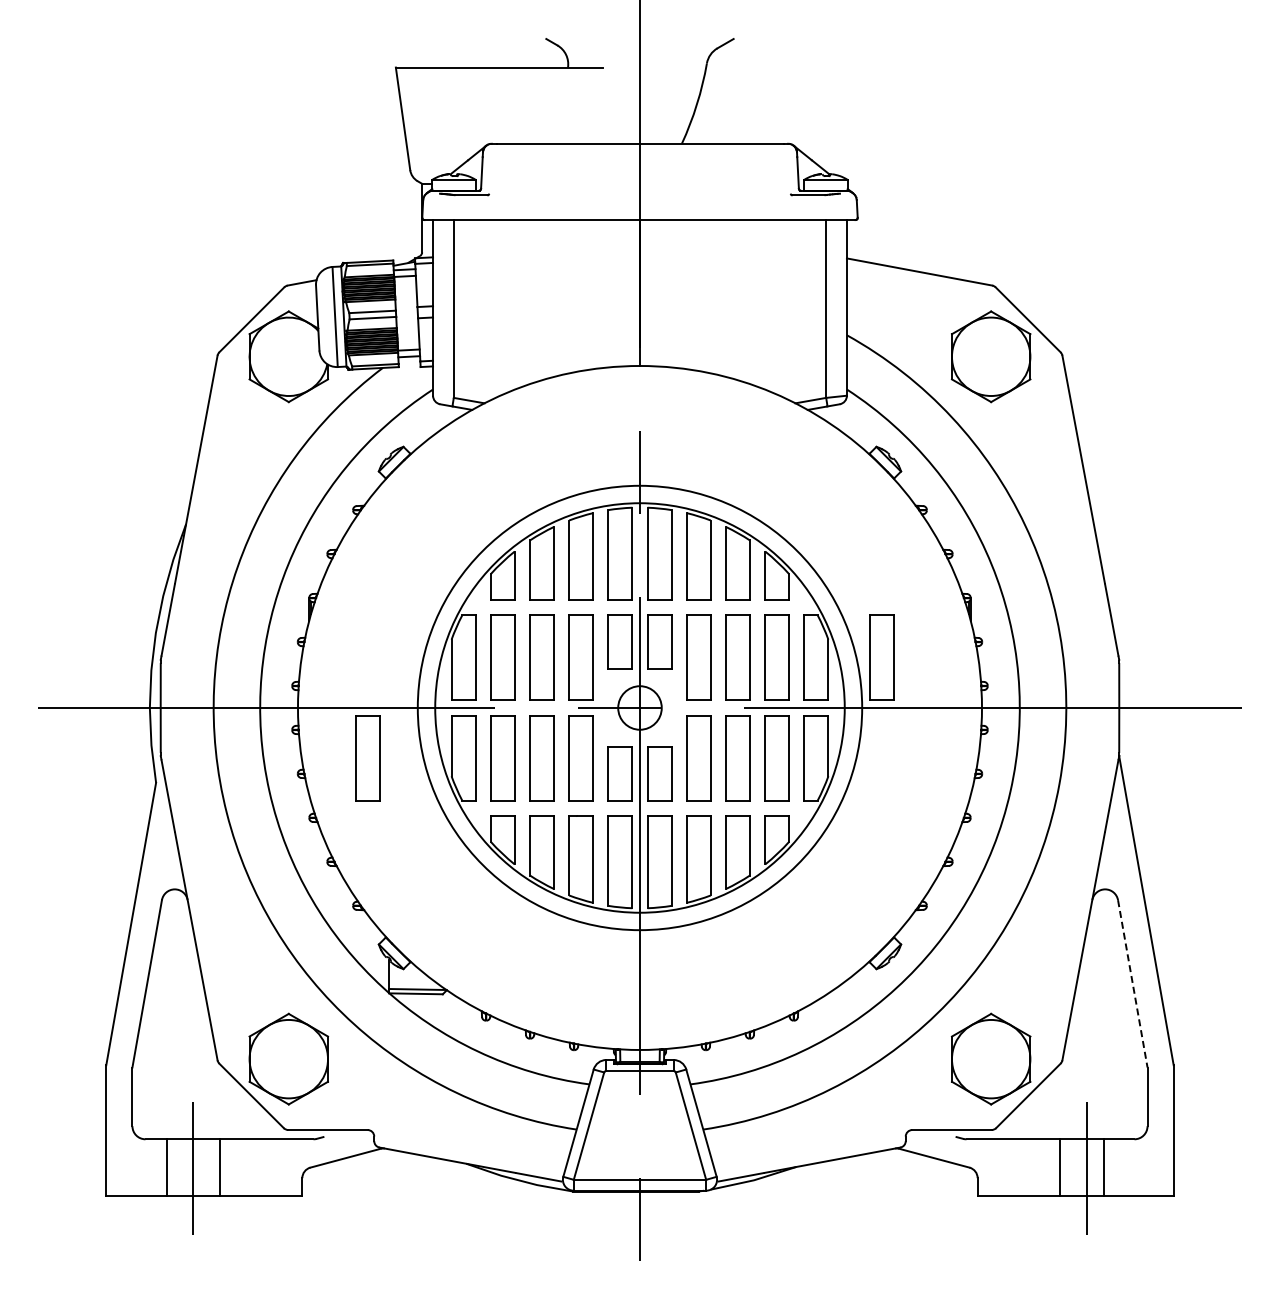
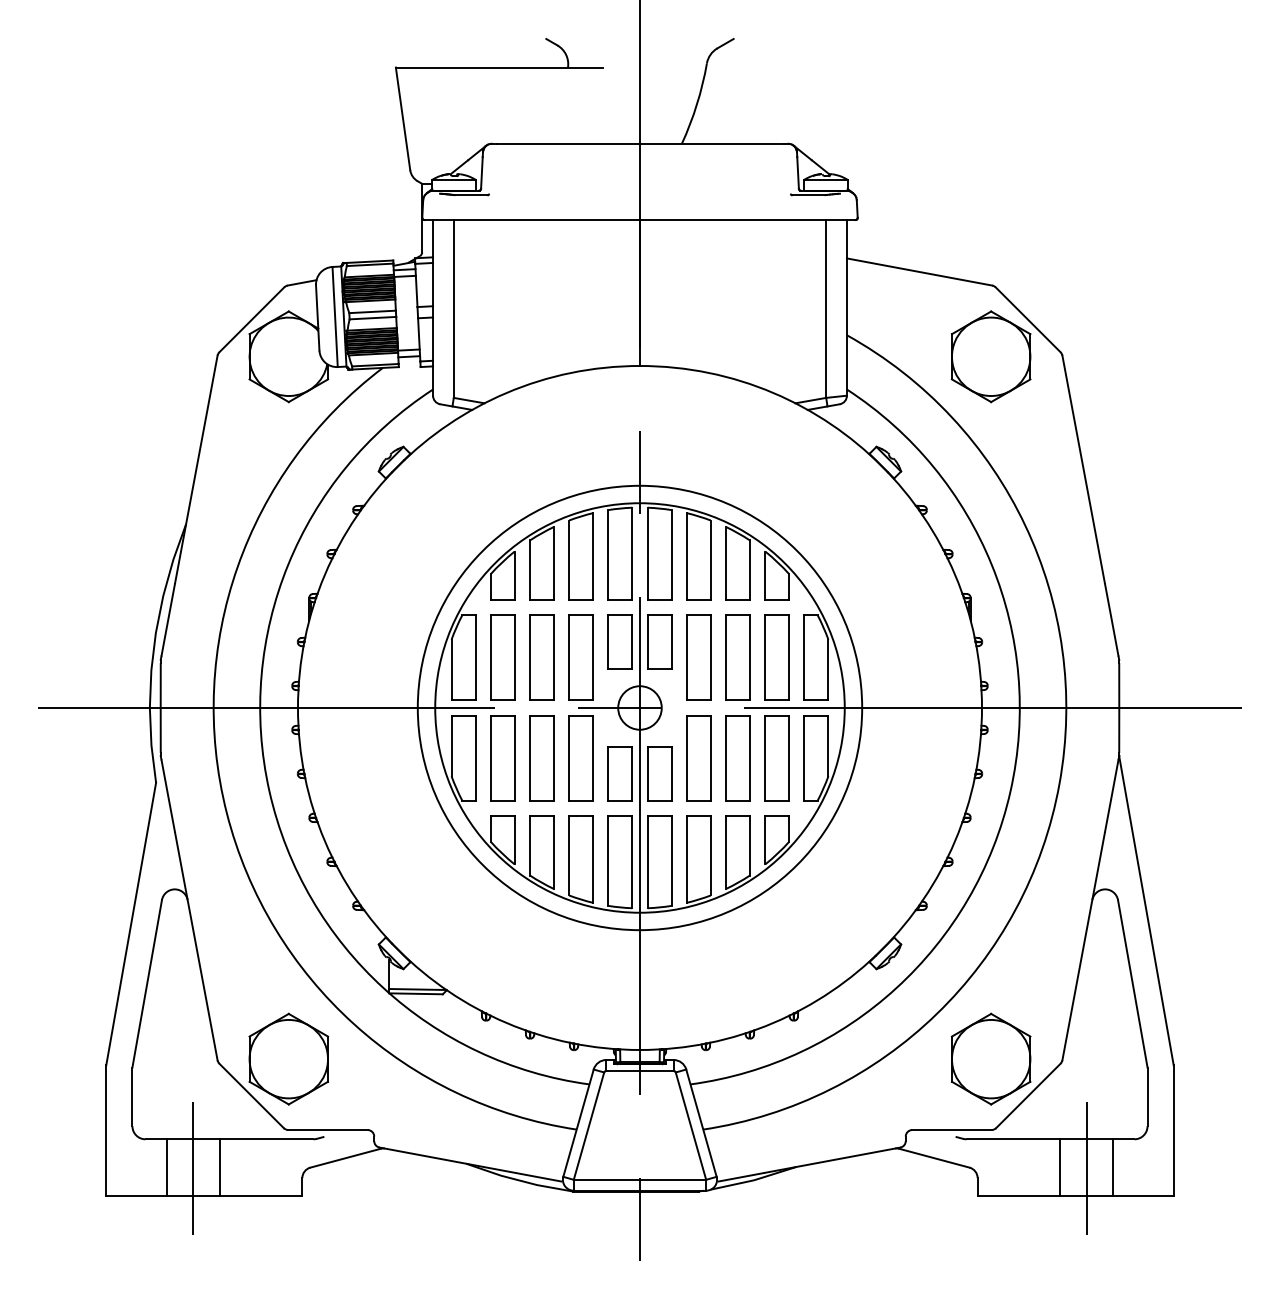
part at (881, 657): present -> none
part at (367, 758): present -> none
line at (1132, 983): dashed -> solid
line at (1103, 1167) position: (1103, 1167) -> (1112, 1167)
